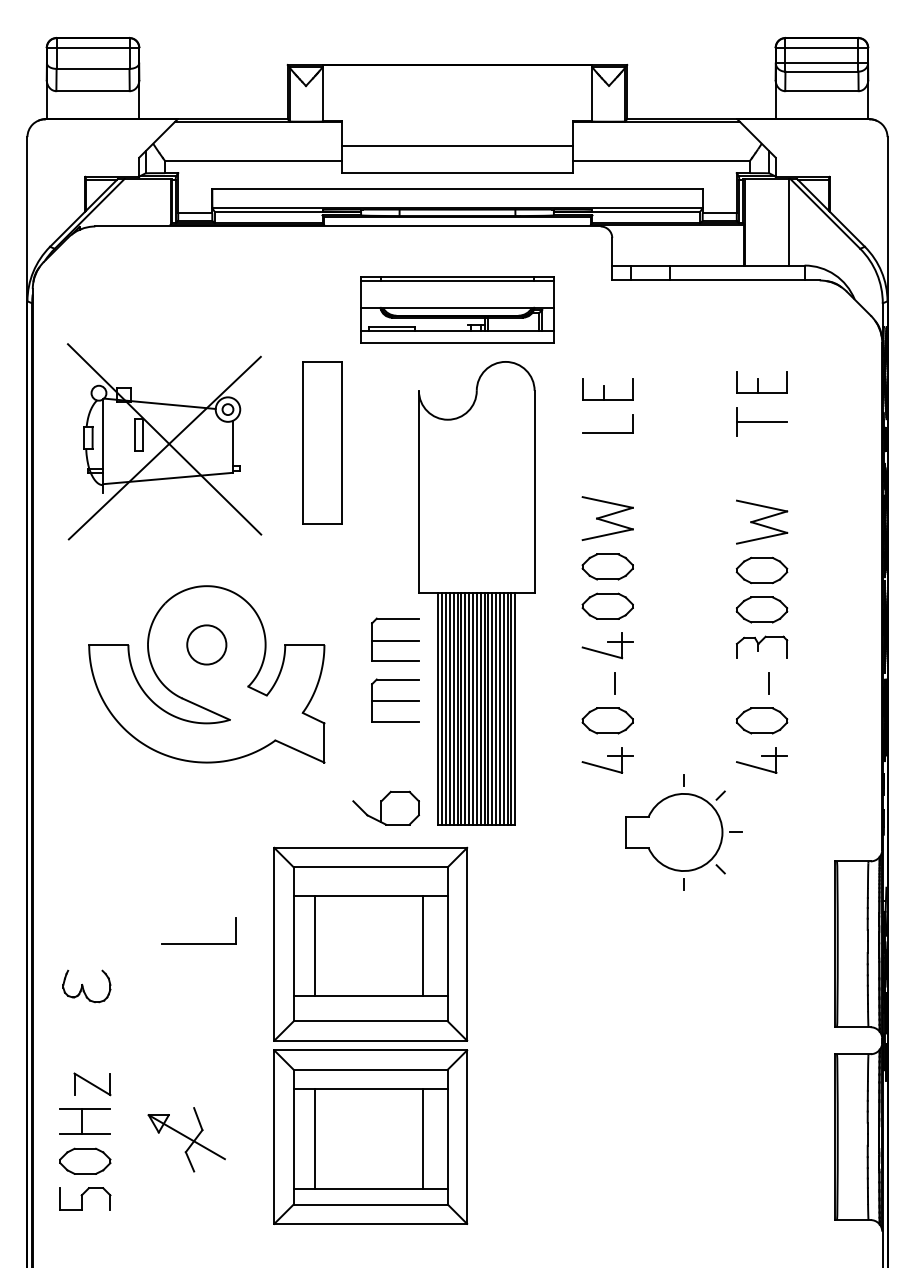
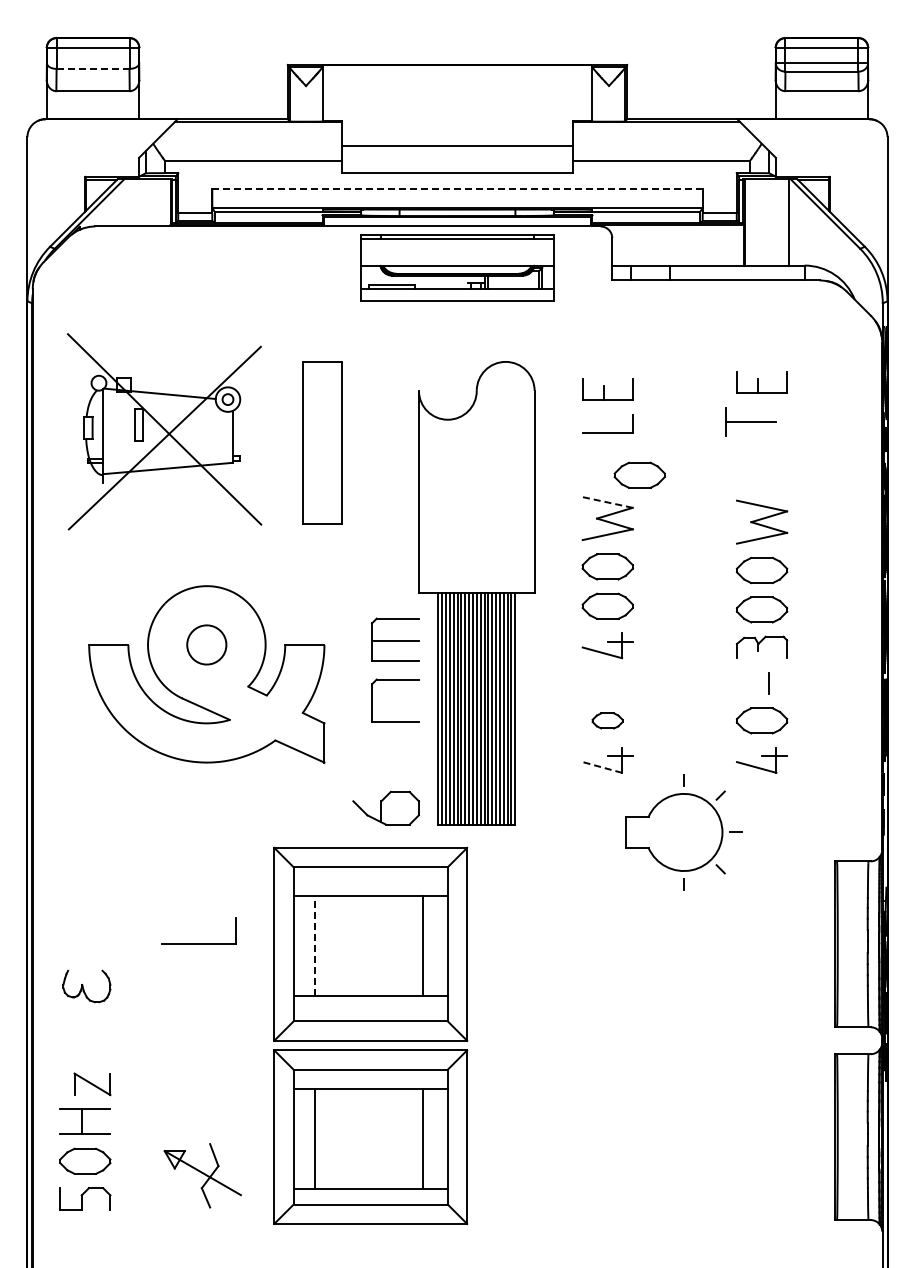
line at (92, 68): solid -> dashed
line at (457, 189): solid -> dashed
part at (457, 309) position: (457, 309) -> (457, 267)
part at (761, 421) position: (761, 421) -> (750, 421)
part at (164, 441) position: (164, 441) -> (164, 431)
part at (639, 474): none -> present
line at (607, 502): solid -> dashed
line at (614, 683): present -> none
line at (395, 701): present -> none
part at (607, 720) size: 53x28 px -> 33x18 px
line at (601, 767): solid -> dashed
line at (314, 945): solid -> dashed
part at (186, 1139) position: (186, 1139) -> (202, 1175)
